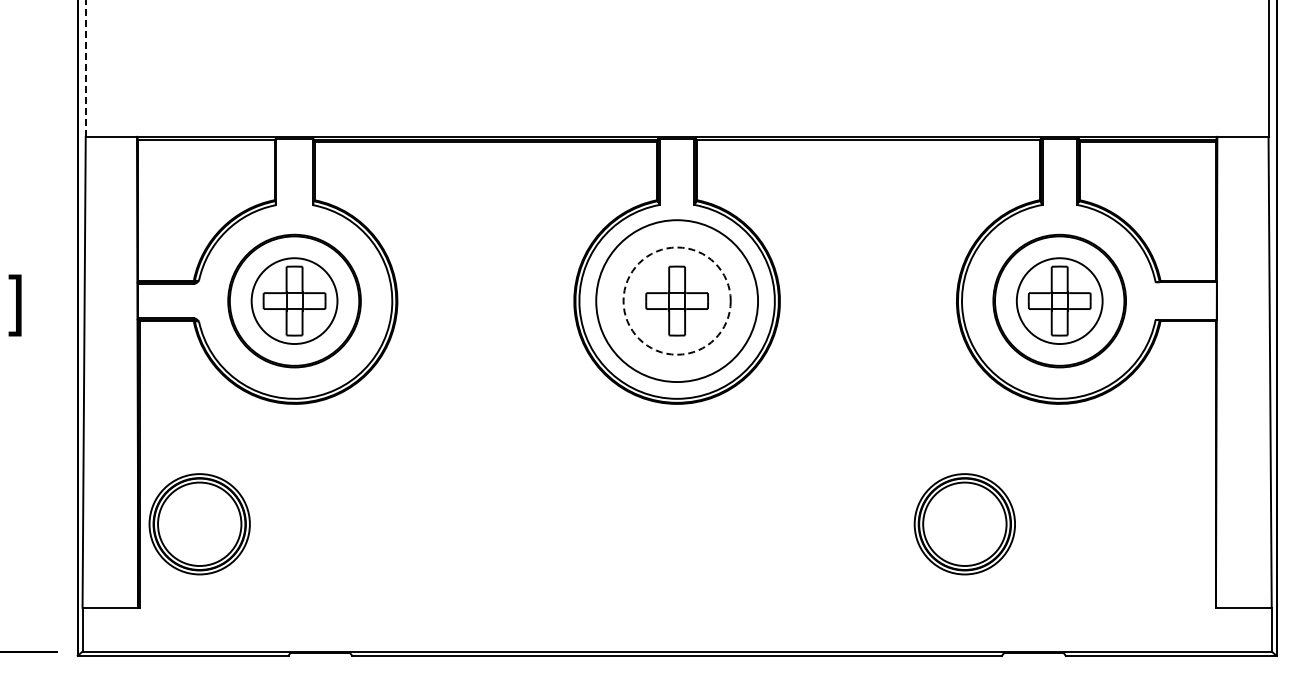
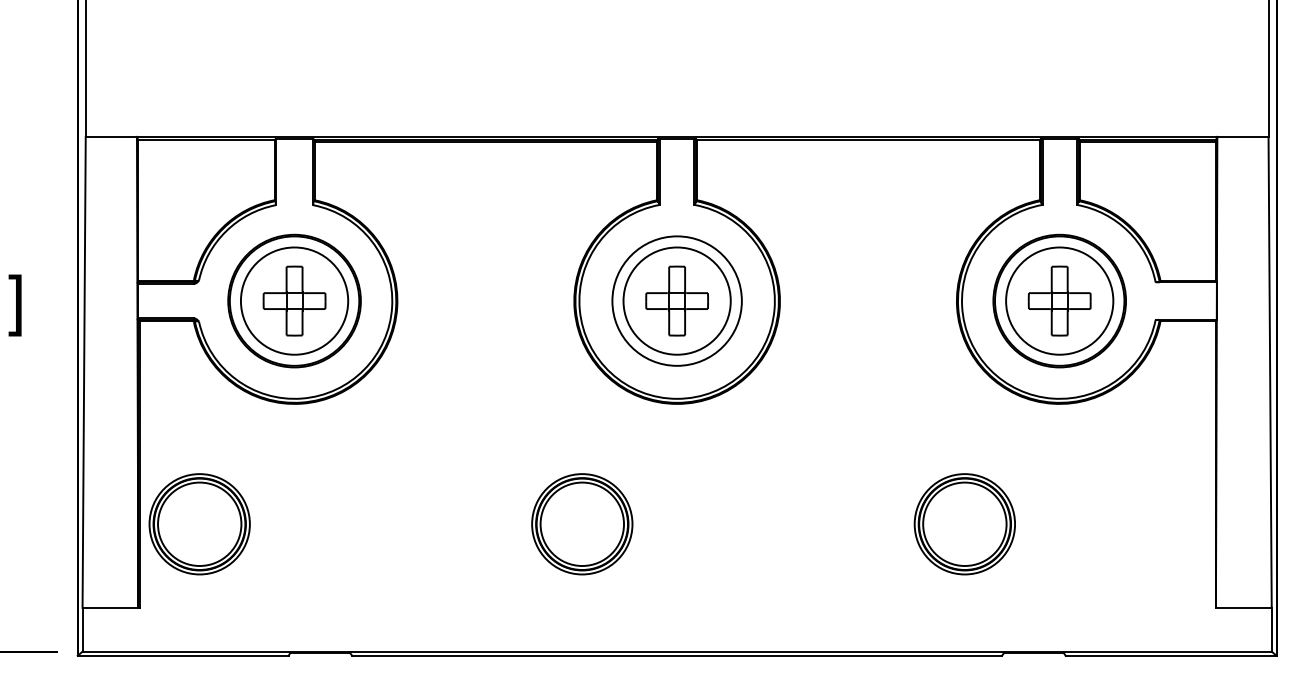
line at (85, 68): dashed -> solid
circle at (676, 300): dashed -> solid
circle at (294, 301) diameter: 86 px -> 107 px
circle at (677, 301) diameter: 162 px -> 129 px
circle at (1059, 301) diameter: 86 px -> 107 px
part at (582, 524): none -> present
